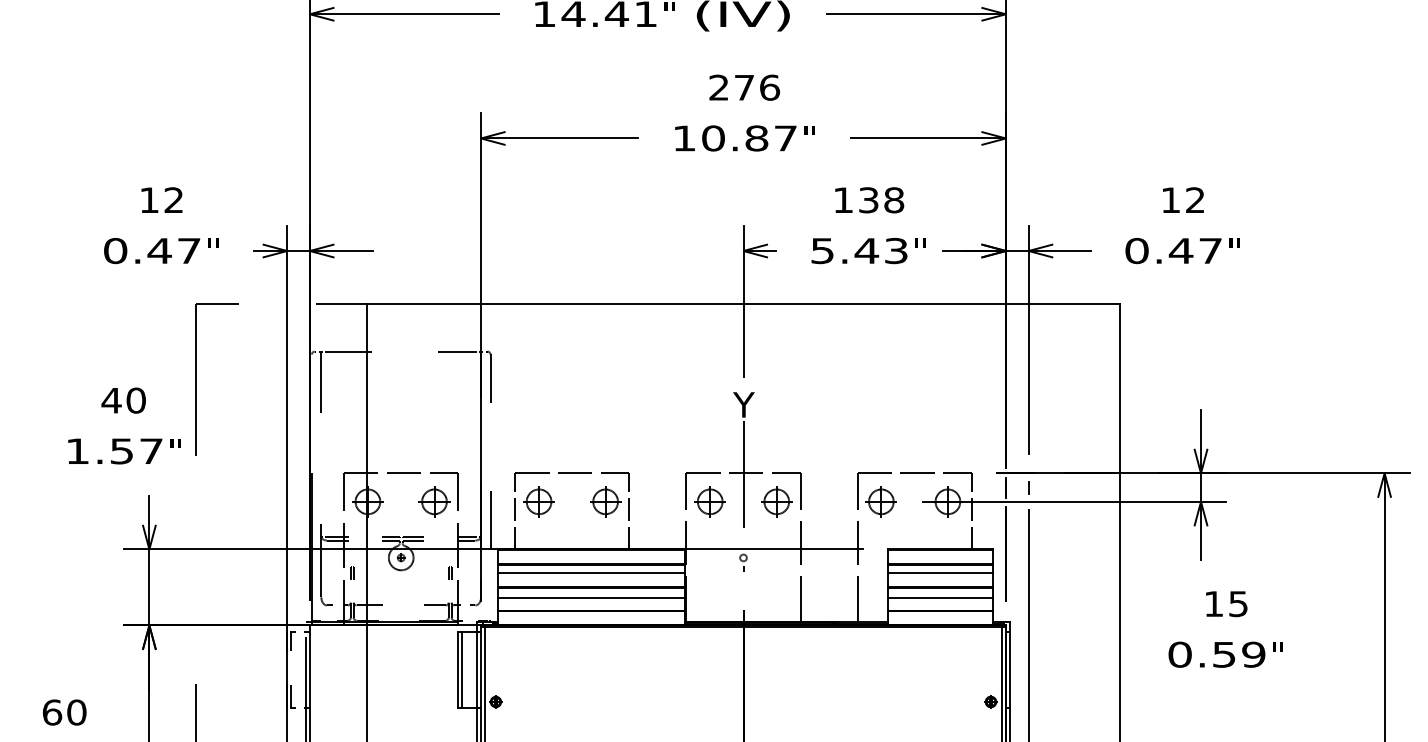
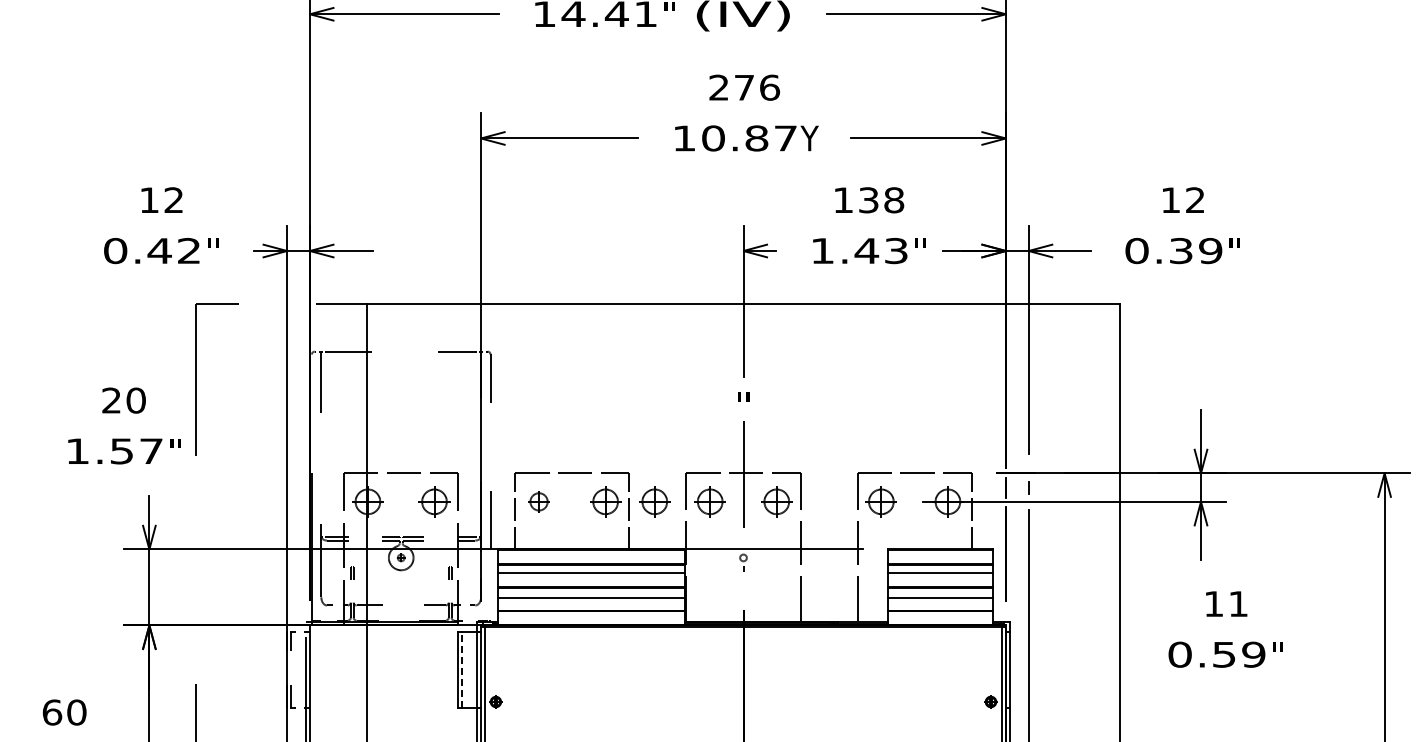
text at (809, 138): " -> Y
text at (189, 250): 0.47 -> 0.42
text at (1195, 250): 0.47 -> 0.39
text at (822, 251): 5.43 -> 1.43
text at (111, 400): 40 -> 20
text at (743, 404): Y -> "
part at (538, 501) size: 32x32 px -> 22x22 px
part at (654, 501): none -> present
text at (1238, 604): 15 -> 11
line at (462, 669): solid -> dashed
